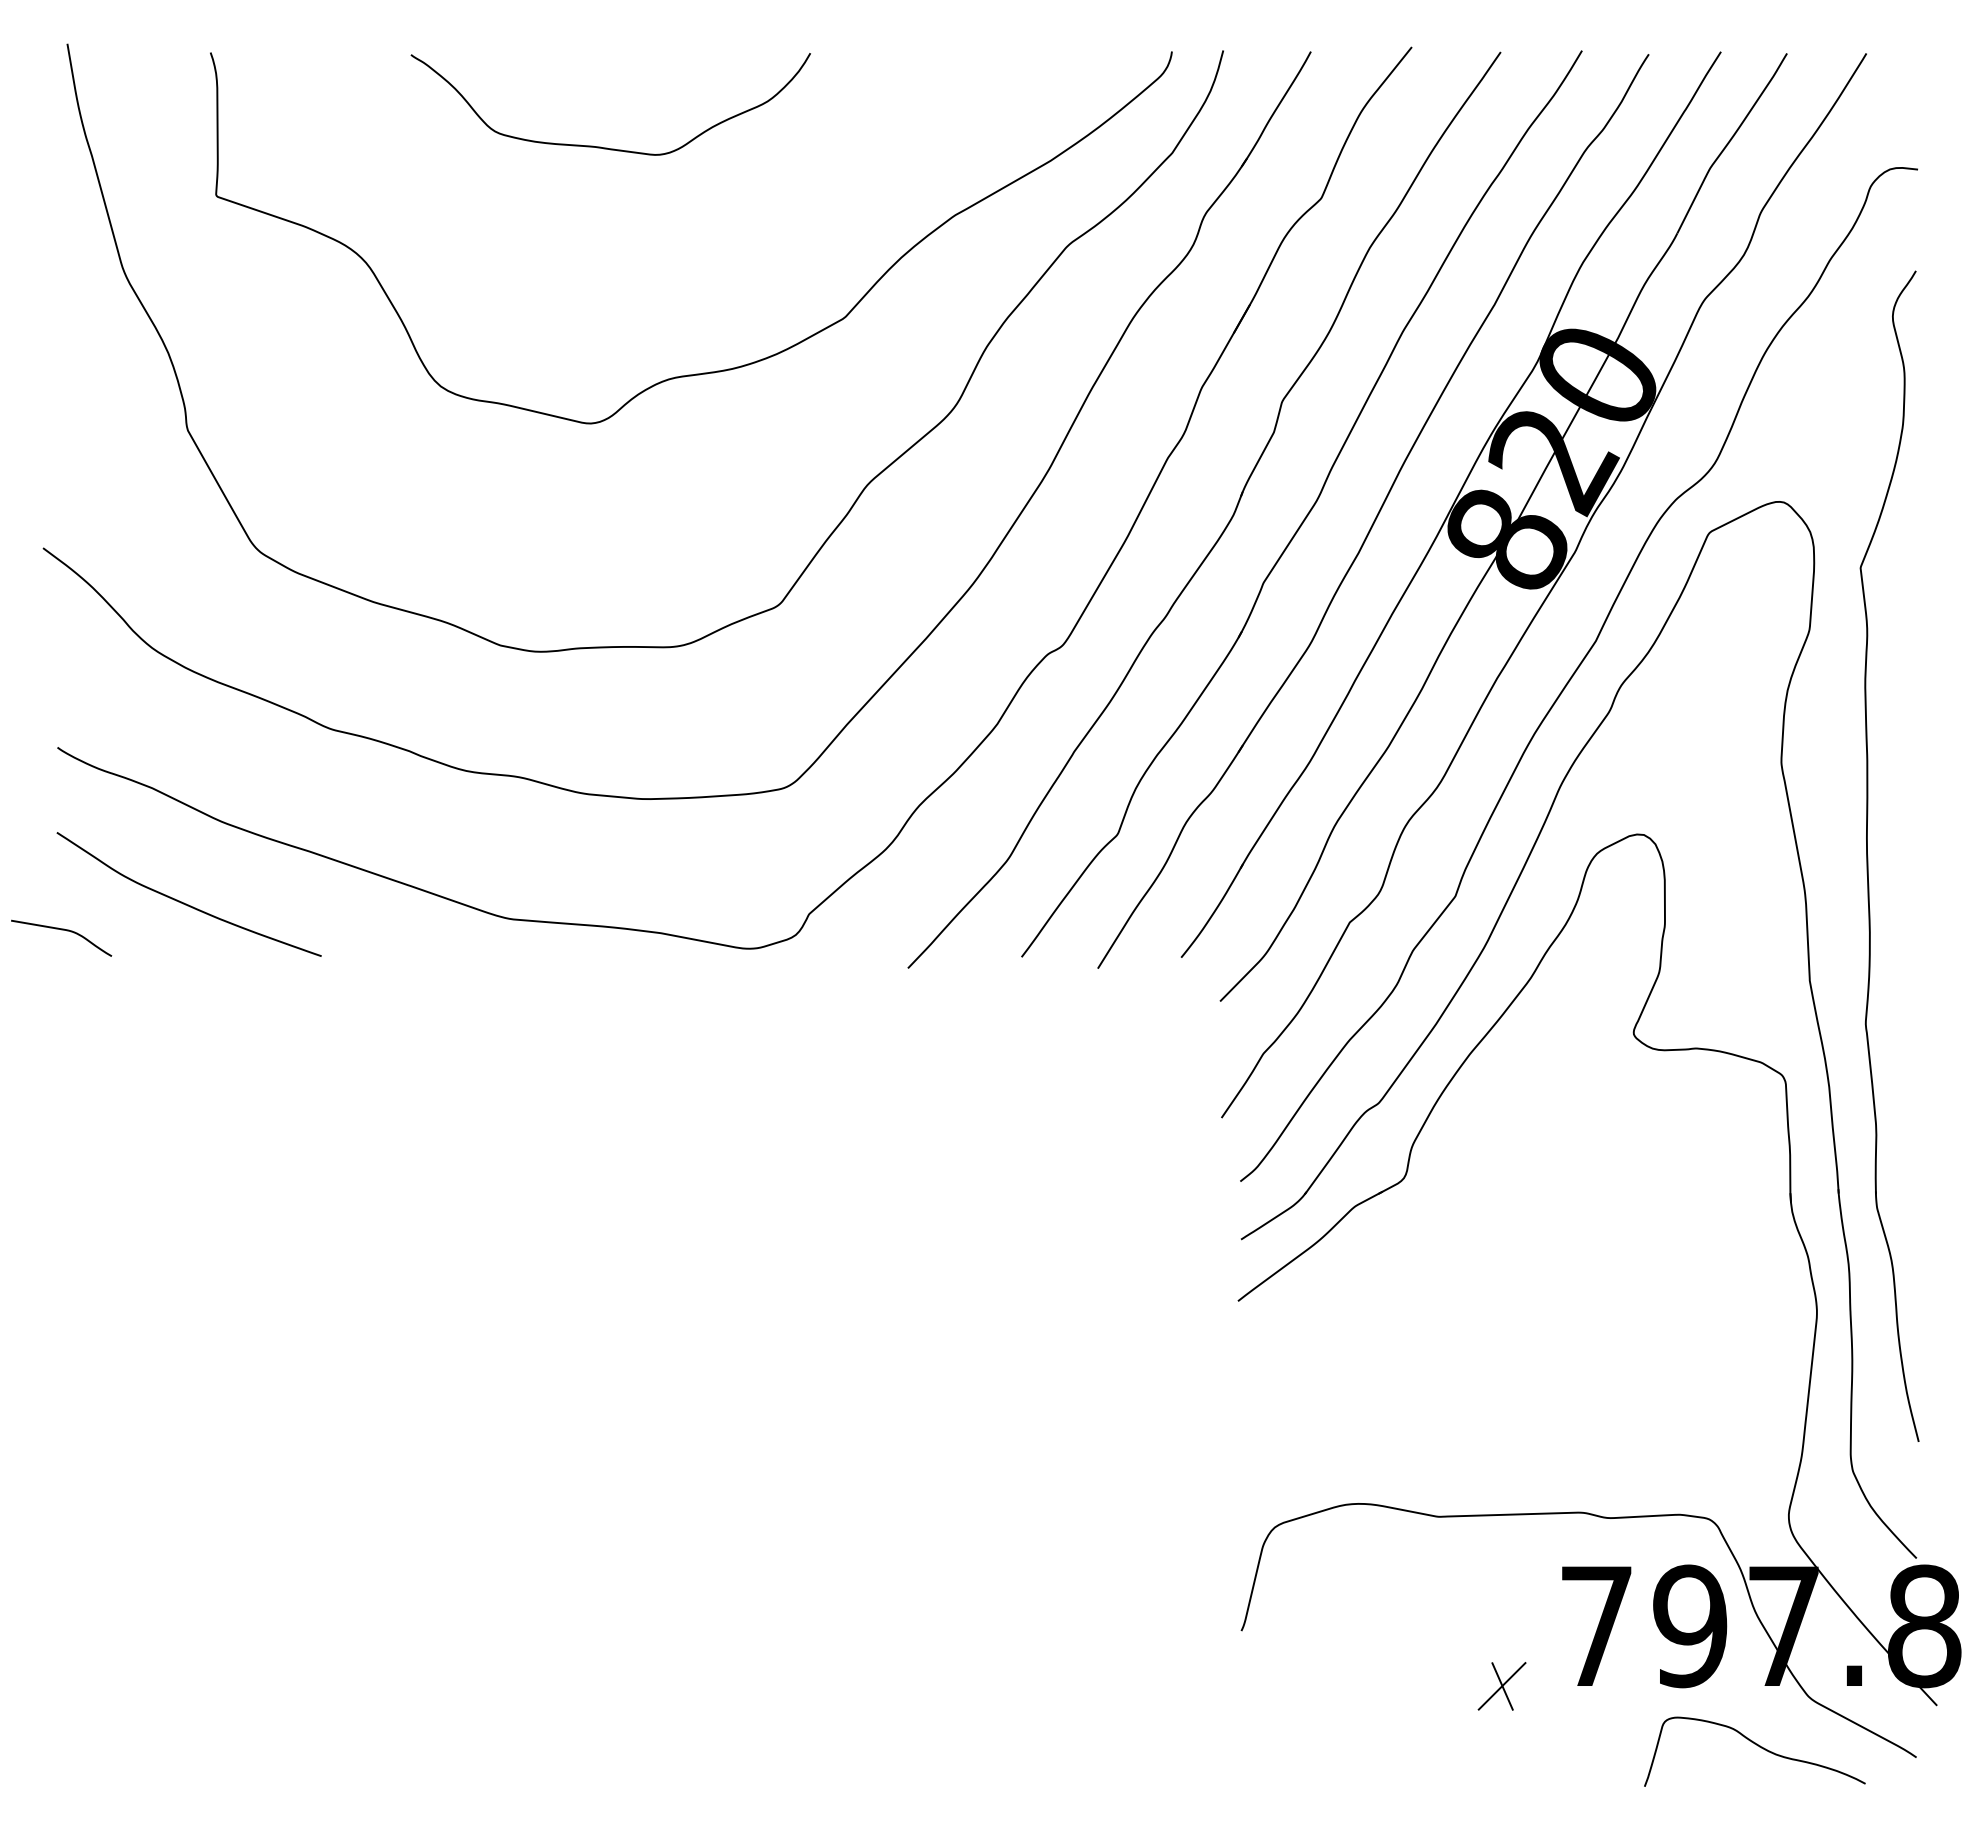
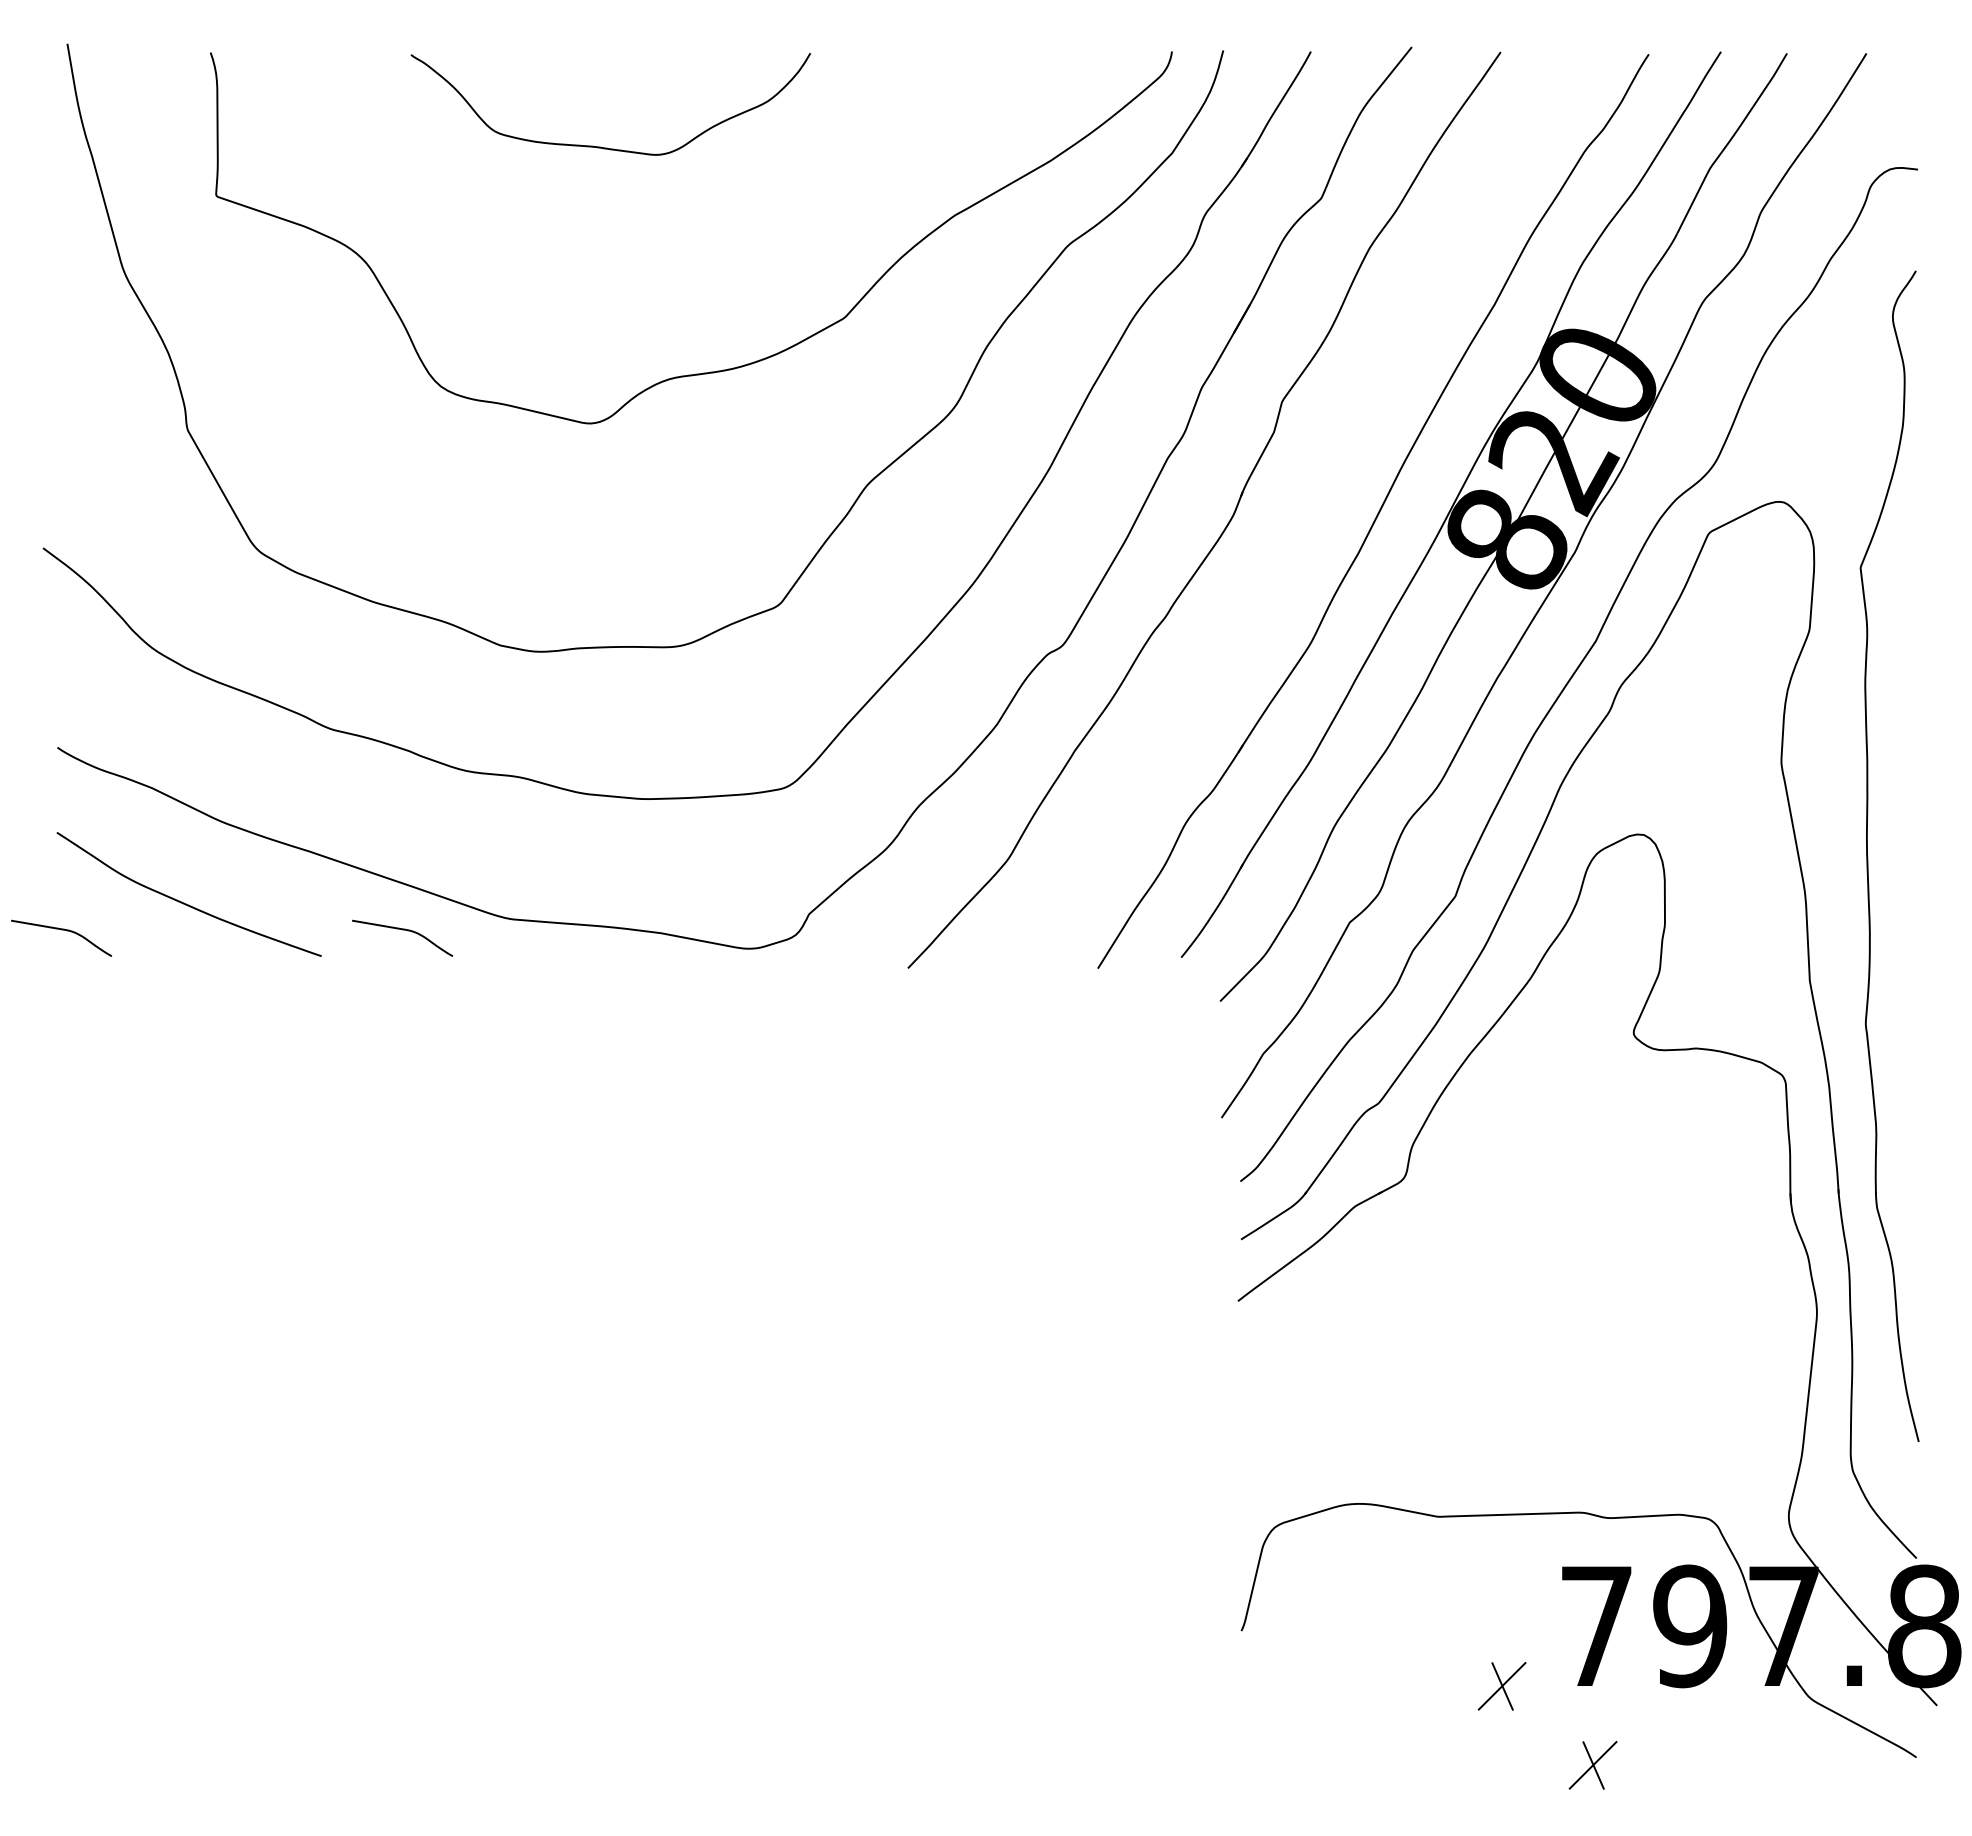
part at (1310, 508): present -> none
curve at (402, 930): none -> present
curve at (1757, 1746): present -> none
part at (1592, 1765): none -> present
